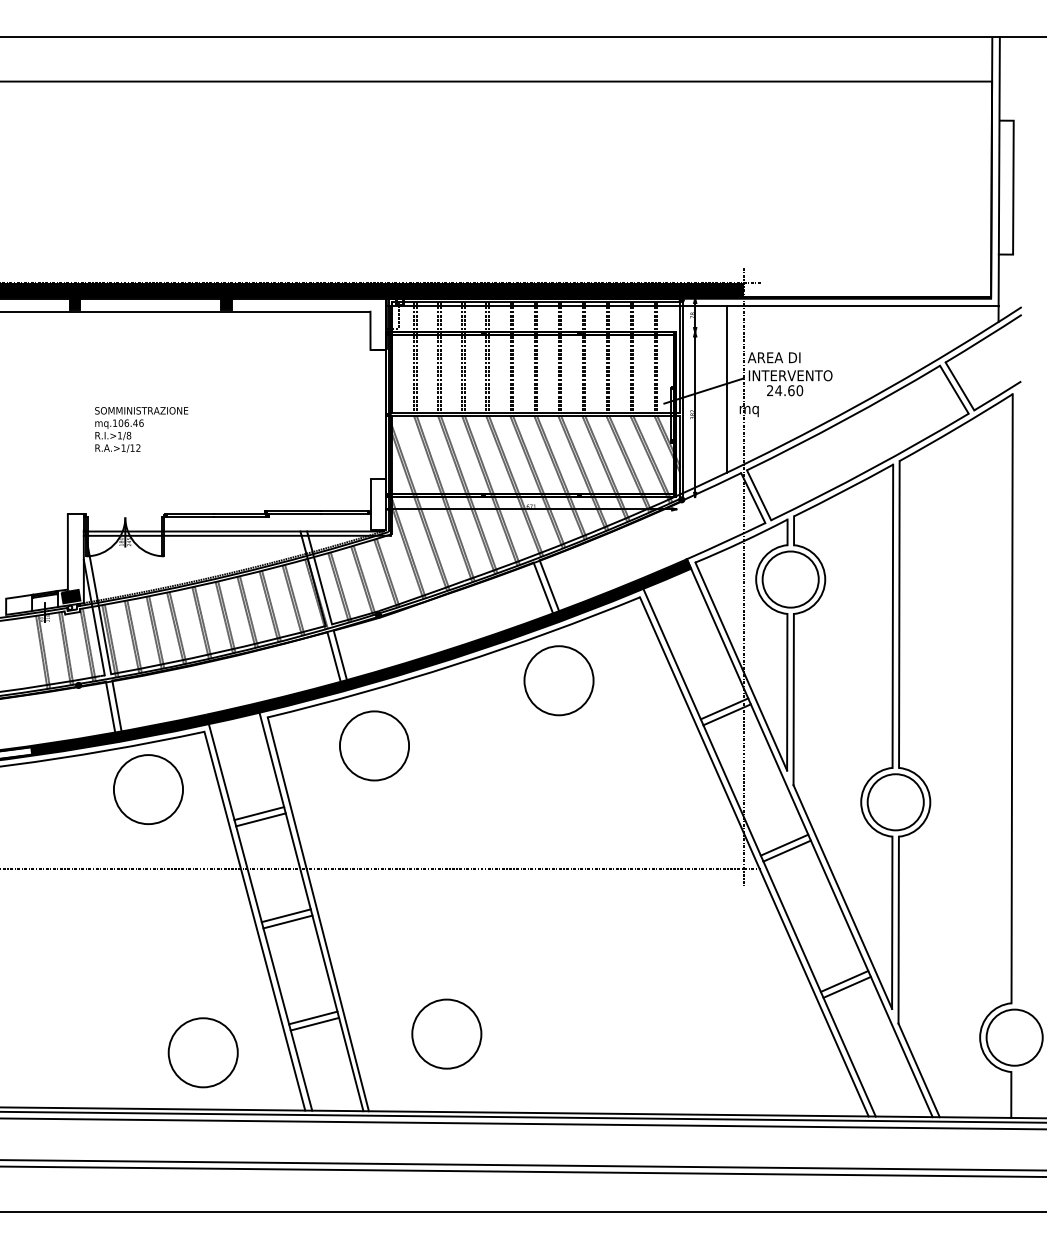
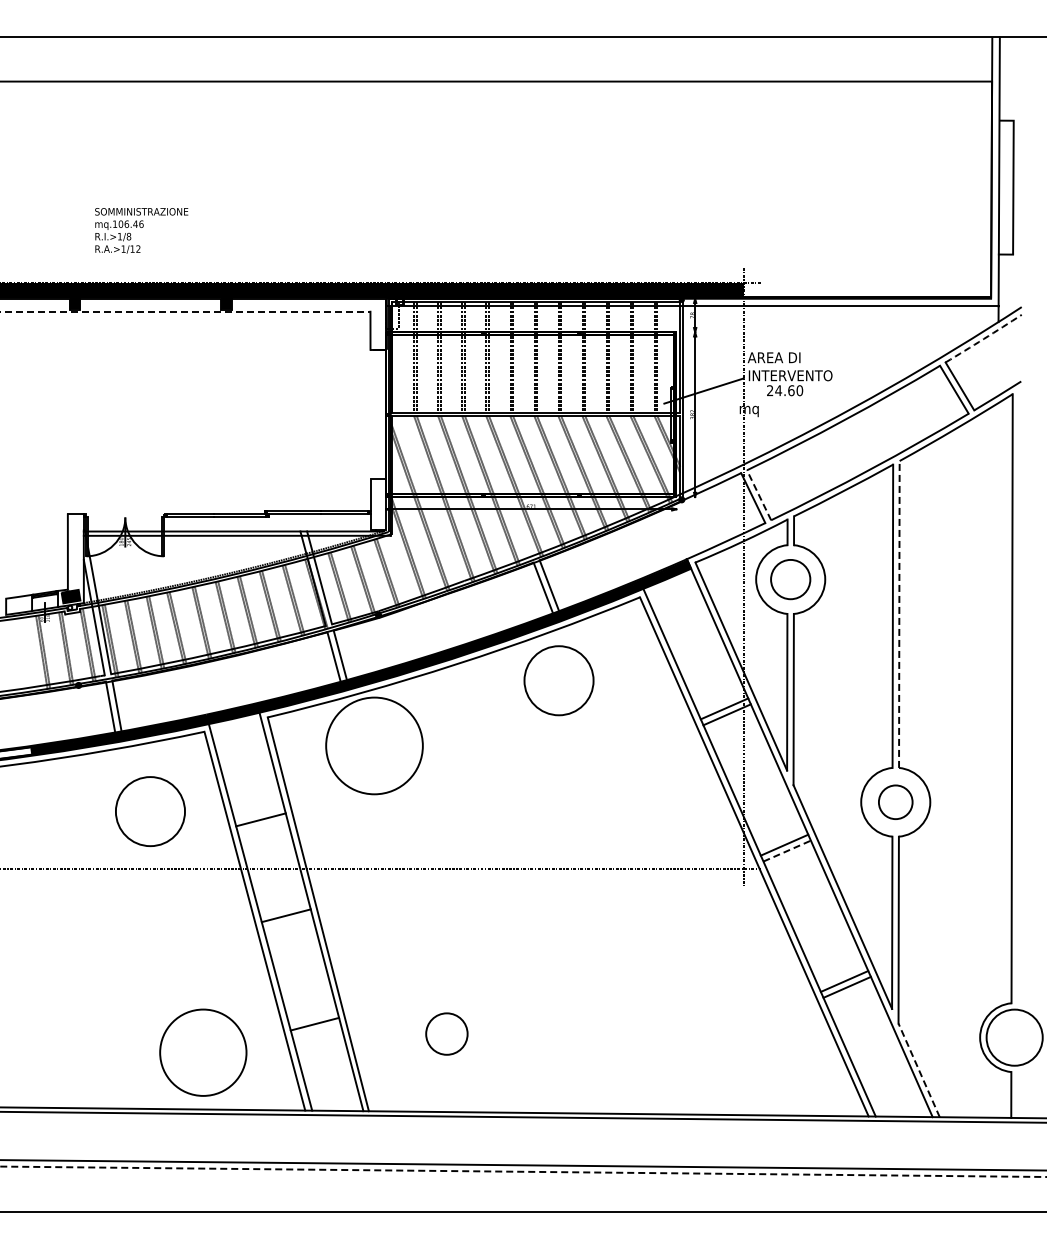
line at (185, 311): solid -> dashed
arc at (983, 338): solid -> dashed
line at (726, 389): present -> none
text at (141, 429) position: (141, 429) -> (141, 230)
line at (759, 495): solid -> dashed
circle at (790, 579) diameter: 56 px -> 39 px
line at (899, 614): solid -> dashed
circle at (374, 745) diameter: 69 px -> 97 px
circle at (148, 789) position: (148, 789) -> (150, 811)
circle at (895, 802) diameter: 56 px -> 34 px
line at (259, 813): present -> none
line at (787, 851): solid -> dashed
line at (287, 921): present -> none
line at (313, 1017): present -> none
circle at (446, 1033) size: 72x72 px -> 44x44 px
circle at (202, 1052) size: 72x72 px -> 89x89 px
line at (918, 1069): solid -> dashed
line at (522, 1123): present -> none
line at (523, 1171): solid -> dashed
